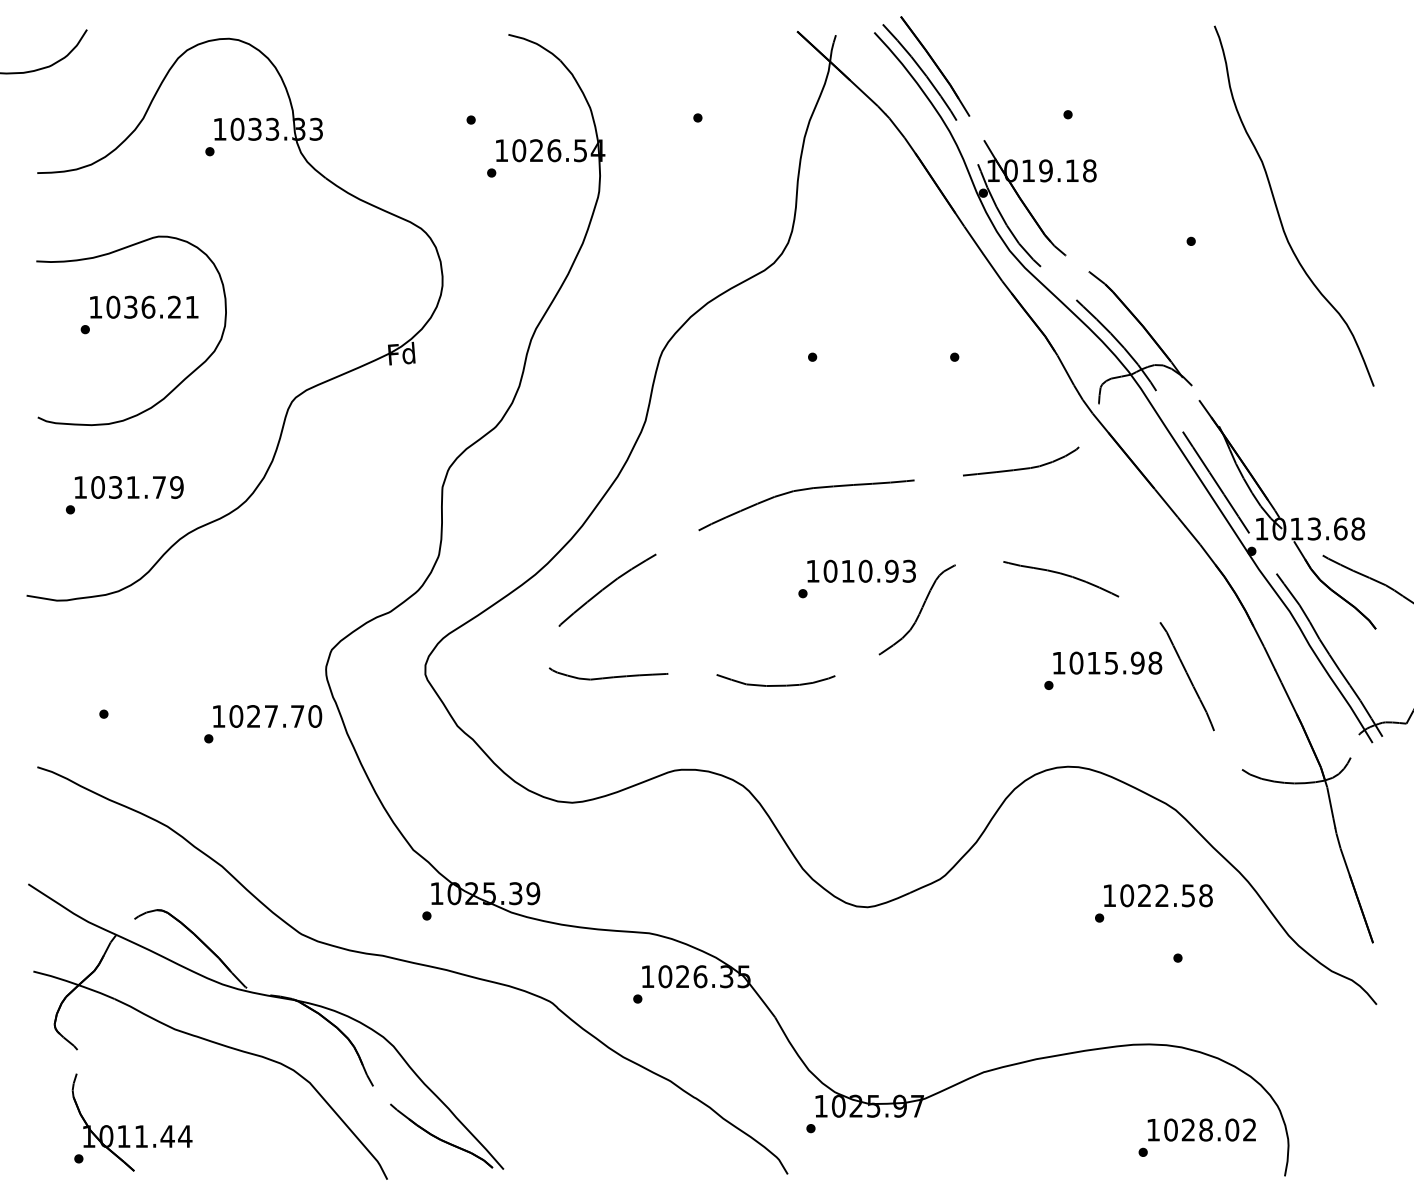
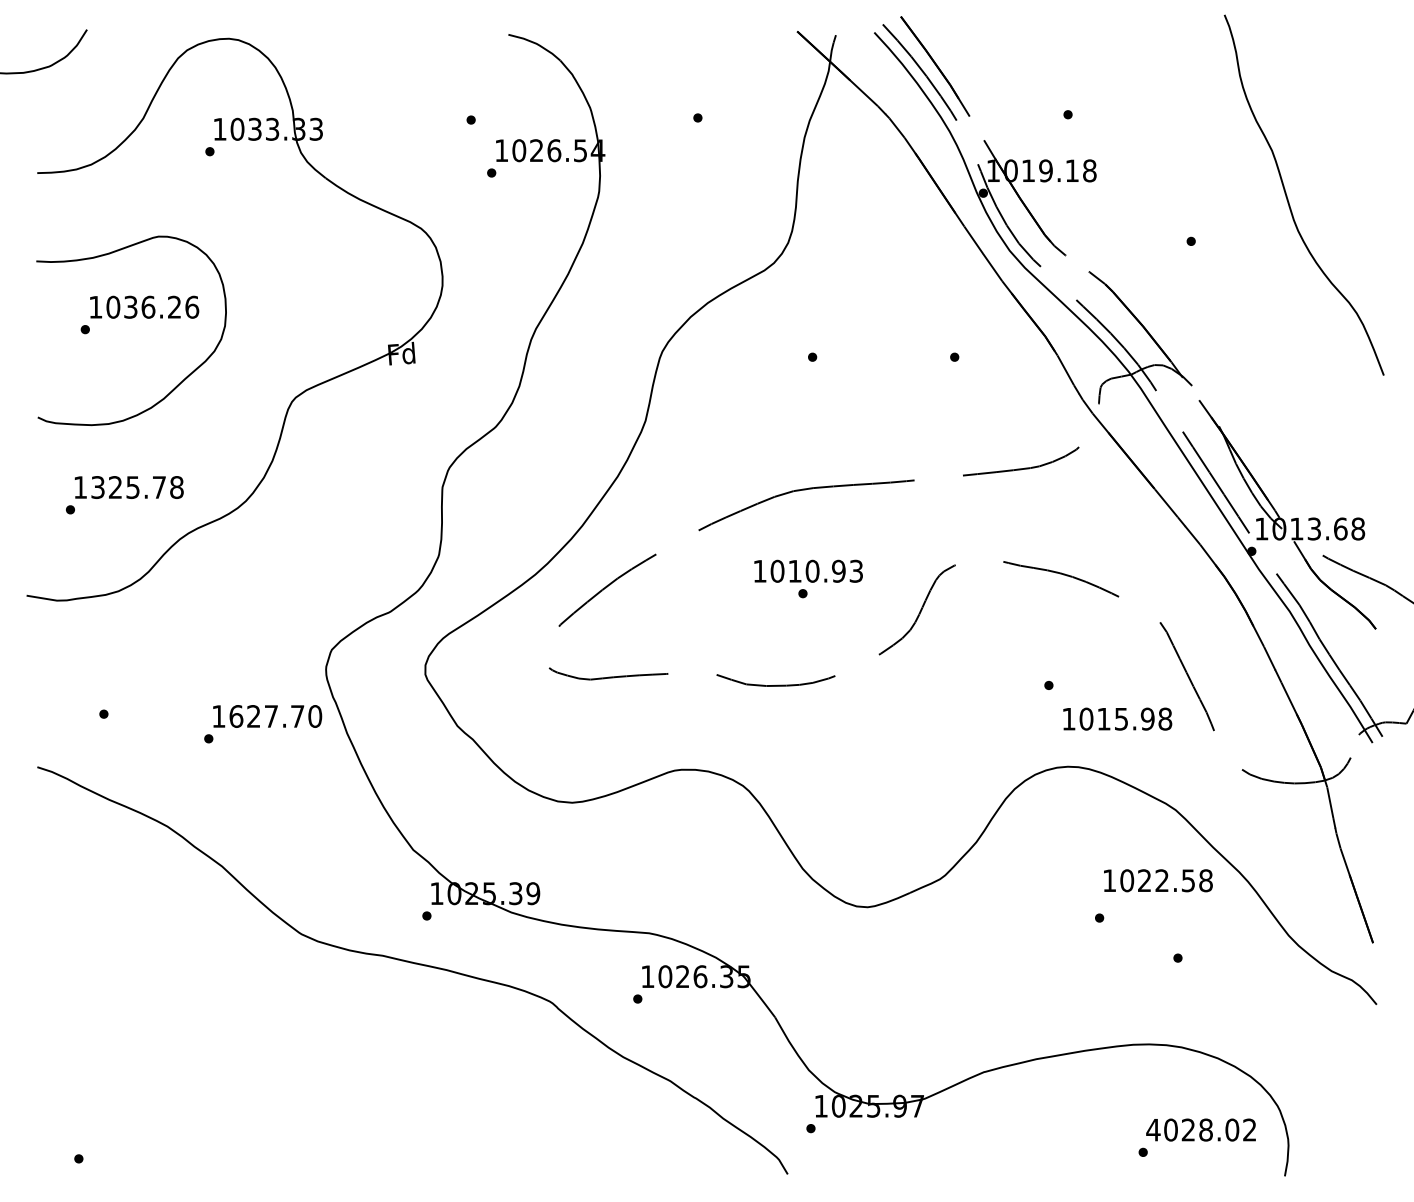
curve at (1278, 209) position: (1278, 209) -> (1288, 198)
text at (192, 306): 1036.21 -> 1036.26
text at (137, 487): 1031.79 -> 1325.78
text at (861, 570) position: (861, 570) -> (808, 570)
text at (1107, 662) position: (1107, 662) -> (1117, 718)
text at (236, 716): 1027.70 -> 1627.70
text at (1158, 895) position: (1158, 895) -> (1158, 880)
part at (262, 1055): present -> none
text at (1153, 1130): 1028.02 -> 4028.02
